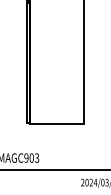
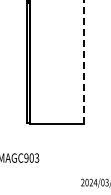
line at (83, 61): solid -> dashed
line at (54, 170): present -> none
